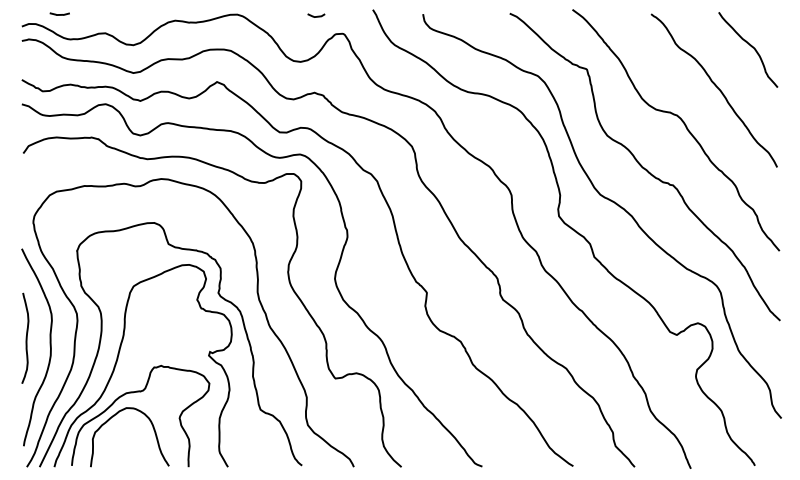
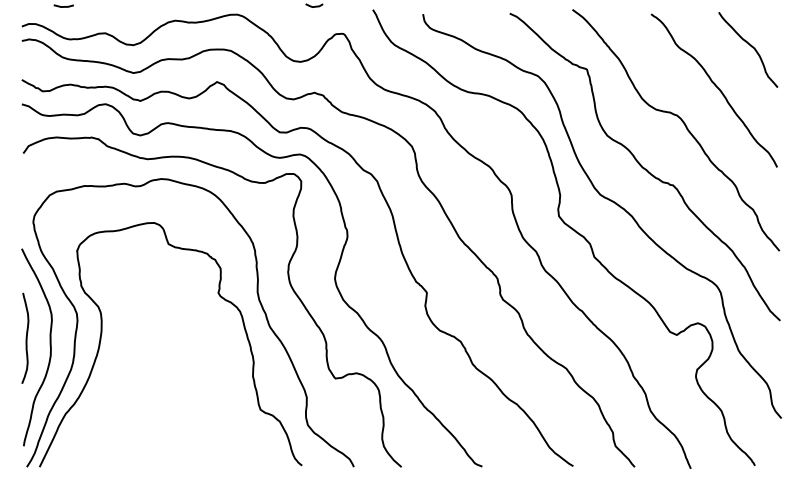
curve at (59, 14) position: (59, 14) -> (63, 6)
curve at (317, 15) position: (317, 15) -> (315, 5)
part at (150, 370): present -> none
